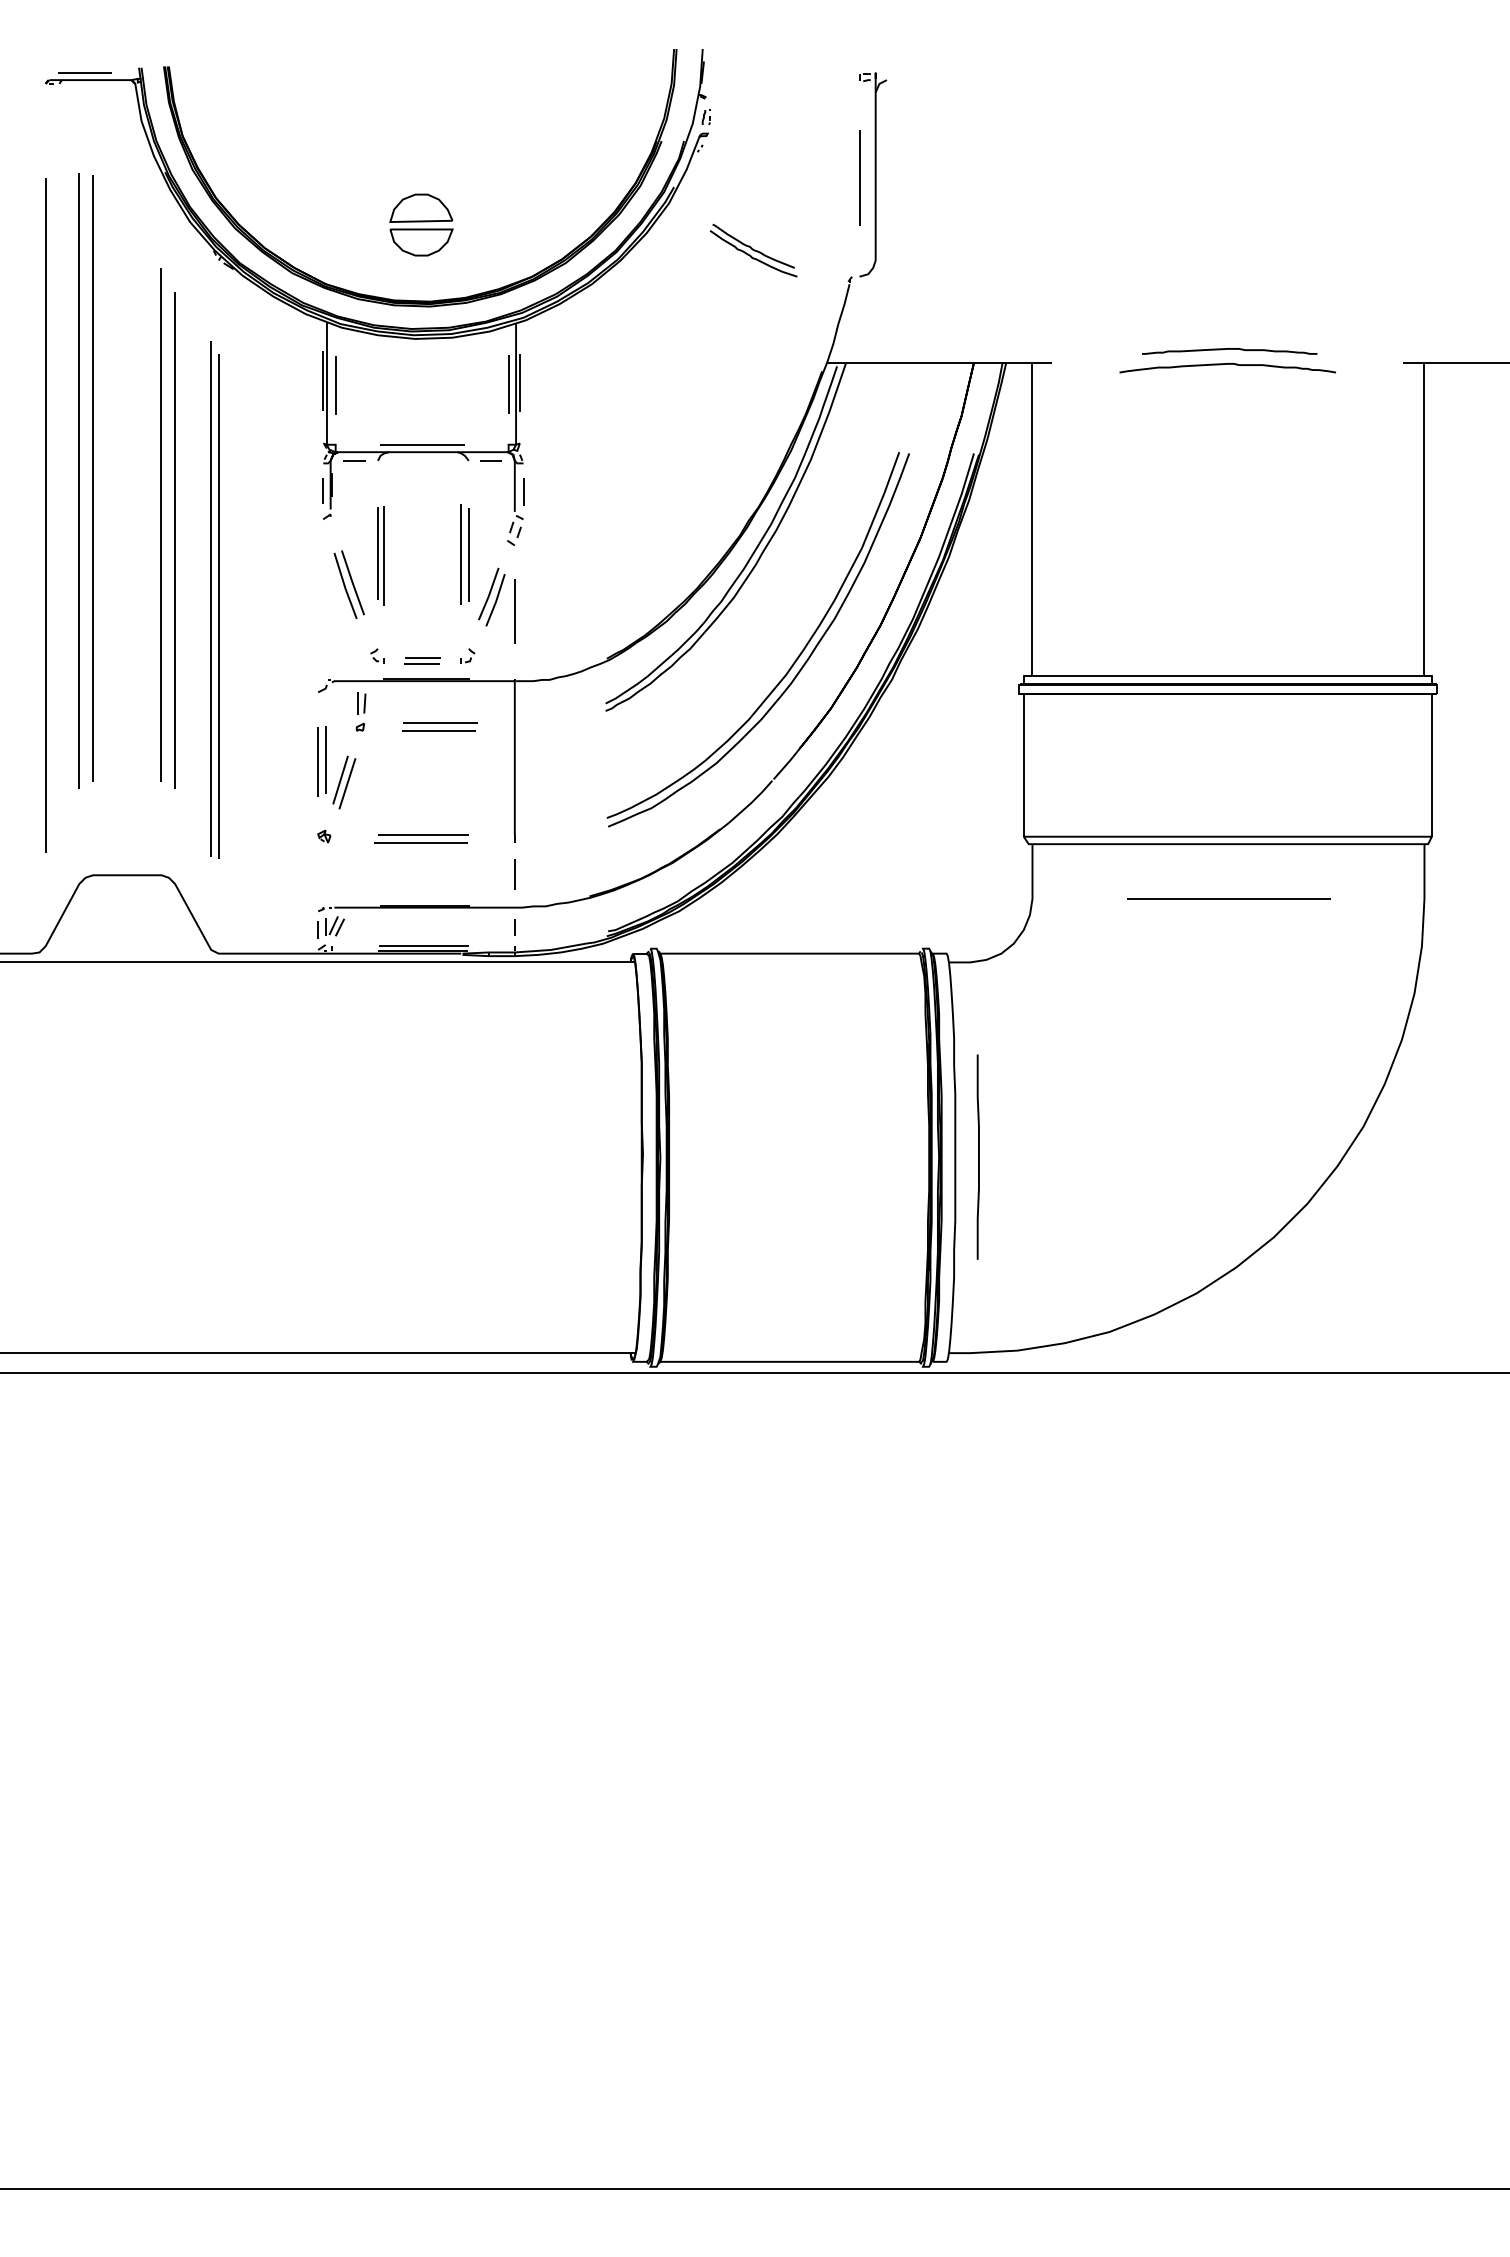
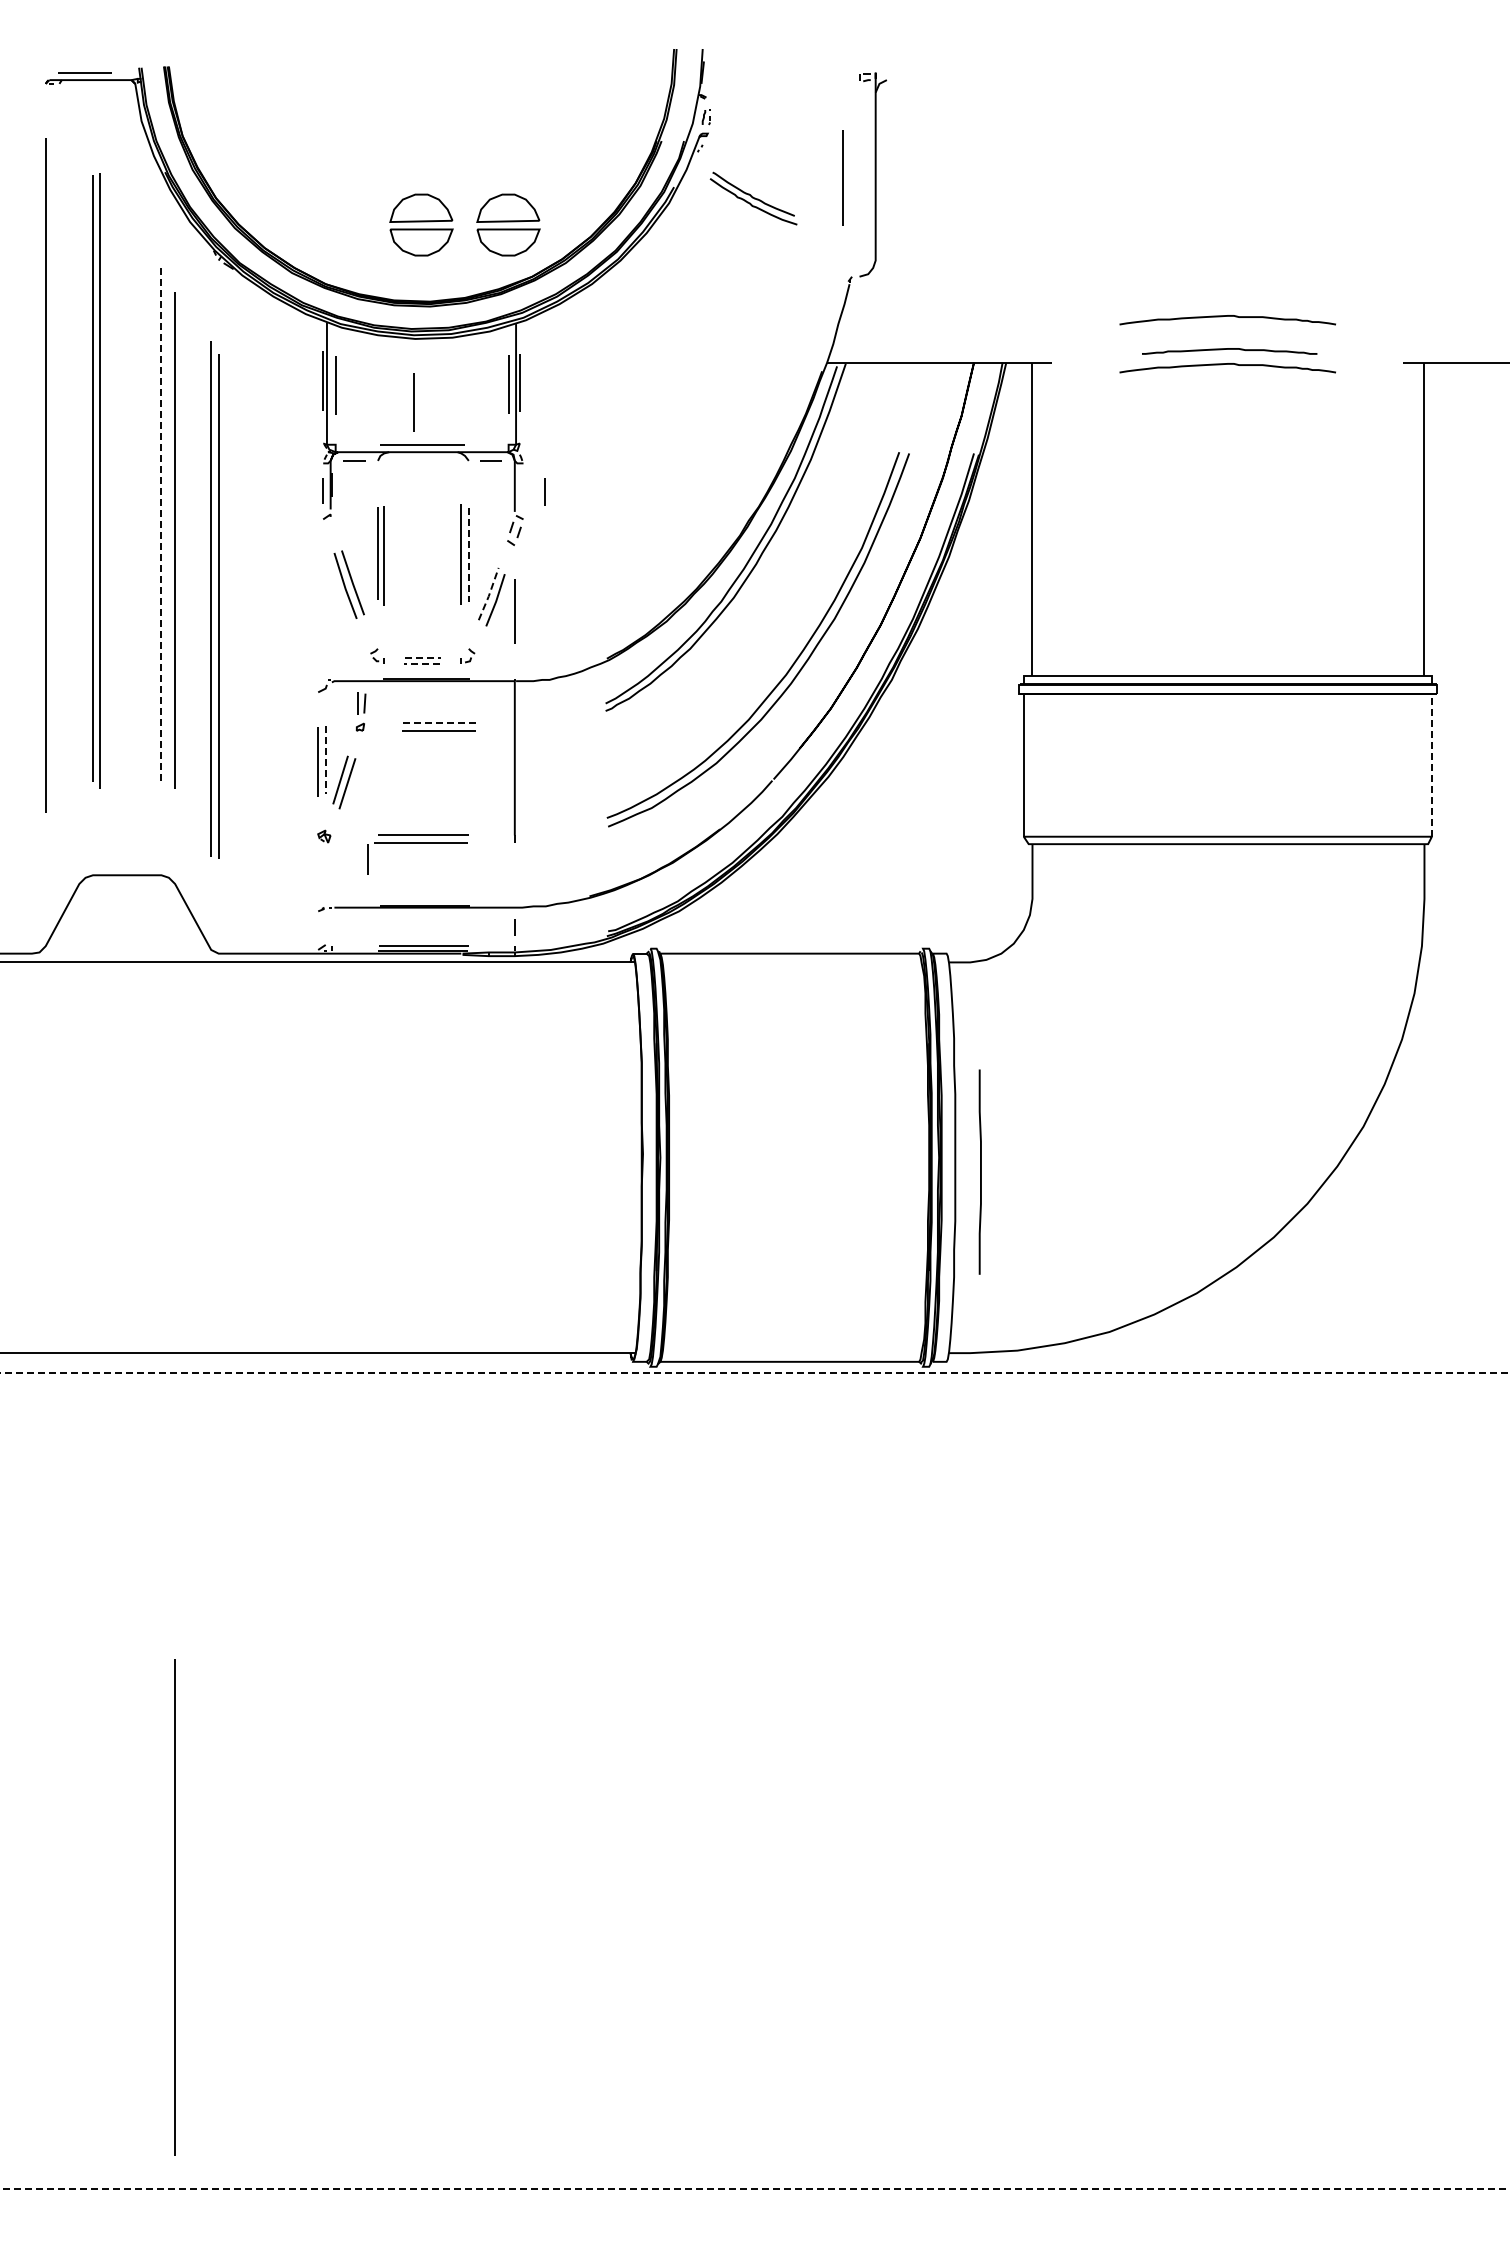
line at (859, 177) position: (859, 177) -> (842, 177)
part at (508, 224): none -> present
part at (753, 250) position: (753, 250) -> (753, 198)
curve at (1227, 316): none -> present
line at (413, 402): none -> present
line at (78, 480) position: (78, 480) -> (99, 480)
line at (523, 491) position: (523, 491) -> (544, 491)
line at (45, 515) position: (45, 515) -> (45, 475)
line at (161, 524): solid -> dashed
line at (468, 554): solid -> dashed
line at (489, 594): solid -> dashed
line at (423, 657): solid -> dashed
line at (421, 663): solid -> dashed
line at (440, 723): solid -> dashed
line at (325, 760): solid -> dashed
line at (1431, 765): solid -> dashed
line at (514, 874) position: (514, 874) -> (367, 859)
line at (1228, 898): present -> none
part at (330, 927): present -> none
line at (978, 1156) position: (978, 1156) -> (980, 1171)
line at (755, 1373): solid -> dashed
line at (174, 1907): none -> present
line at (755, 2189): solid -> dashed
